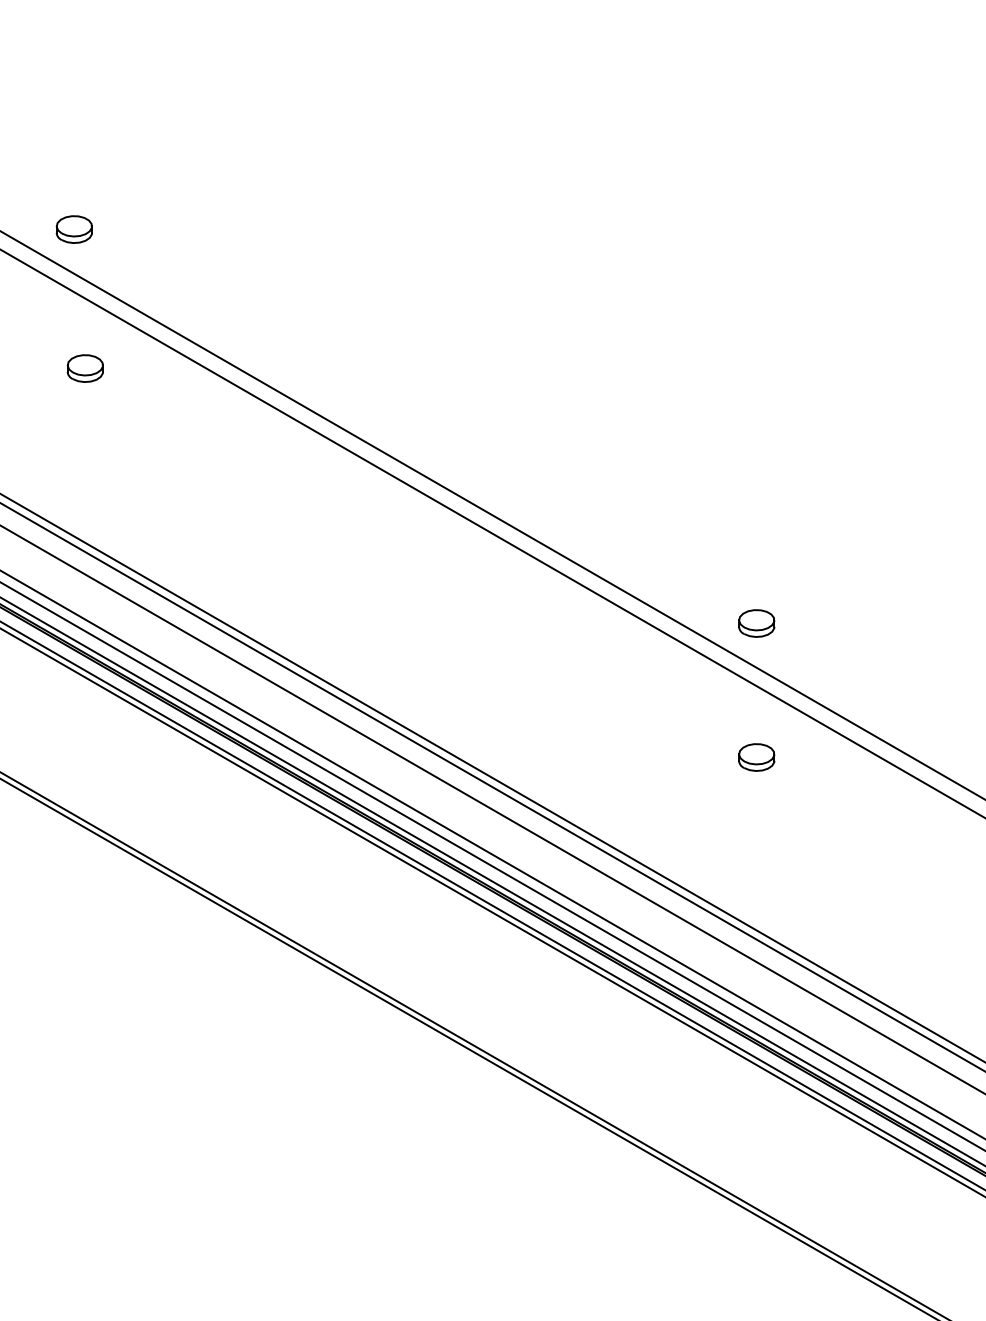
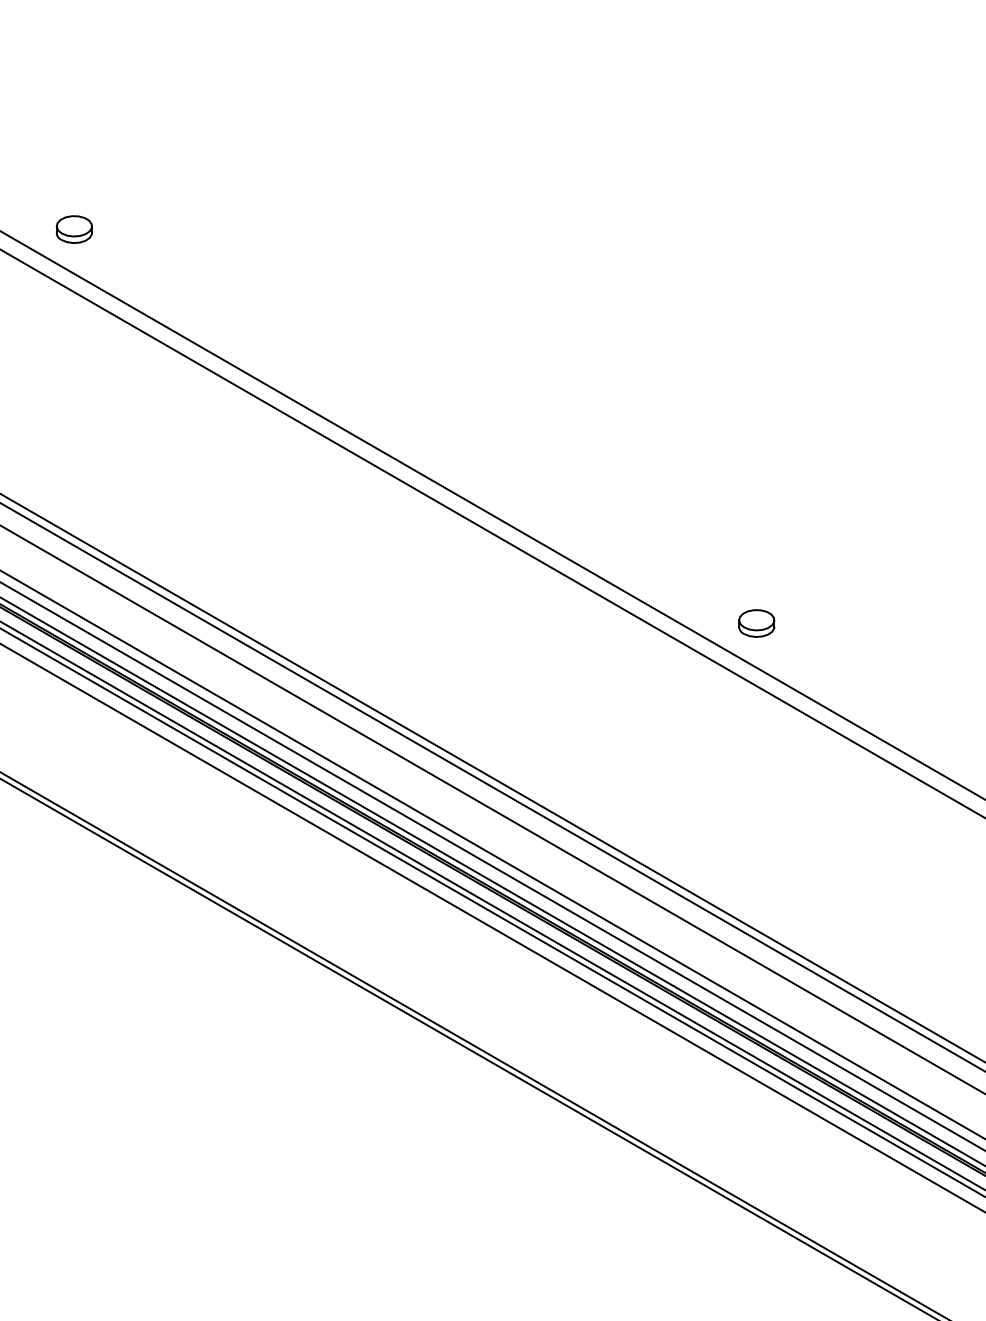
part at (84, 368): present -> none
part at (756, 757): present -> none
line at (492, 927): none -> present
